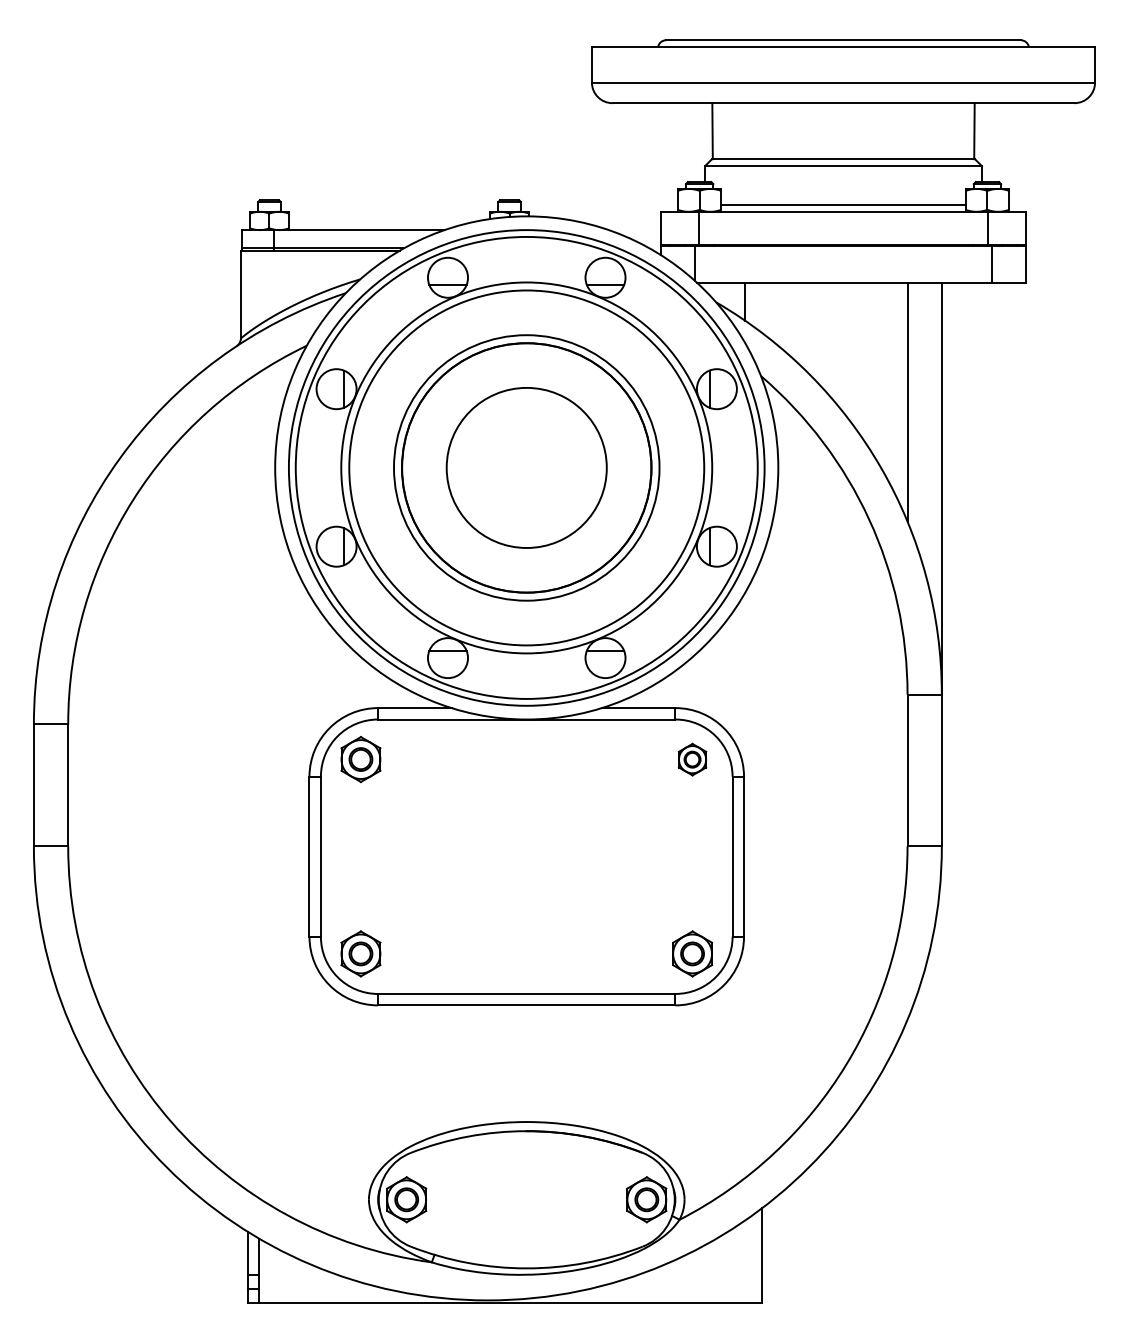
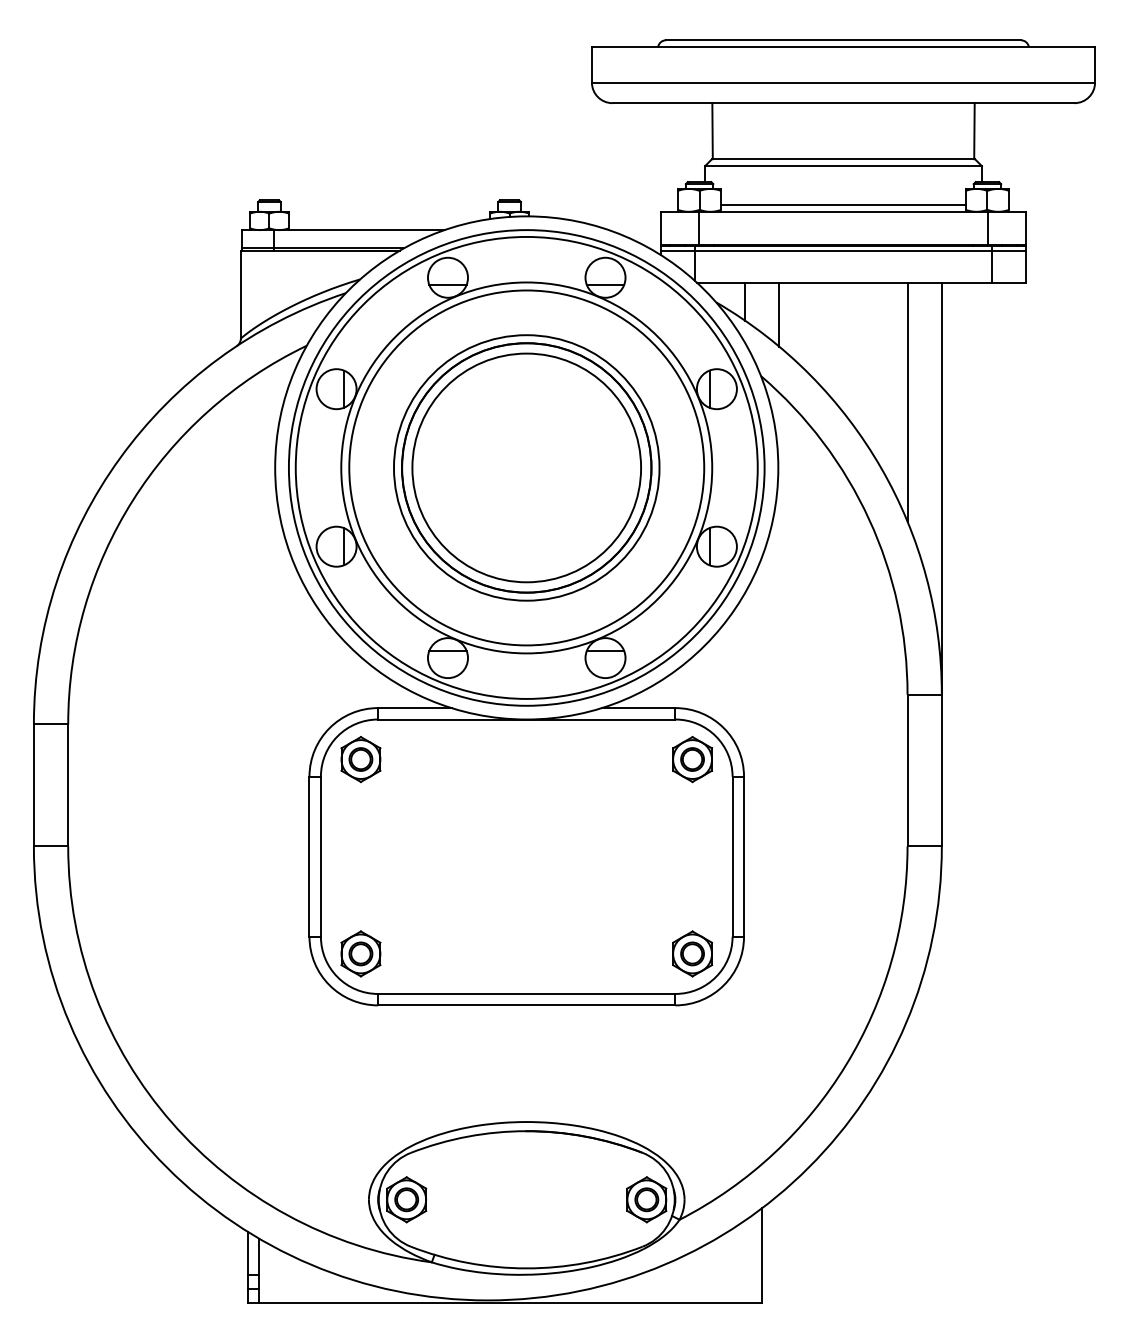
line at (843, 250): none -> present
line at (779, 314): none -> present
circle at (526, 467) diameter: 160 px -> 229 px
part at (692, 759) size: 31x35 px -> 41x48 px
